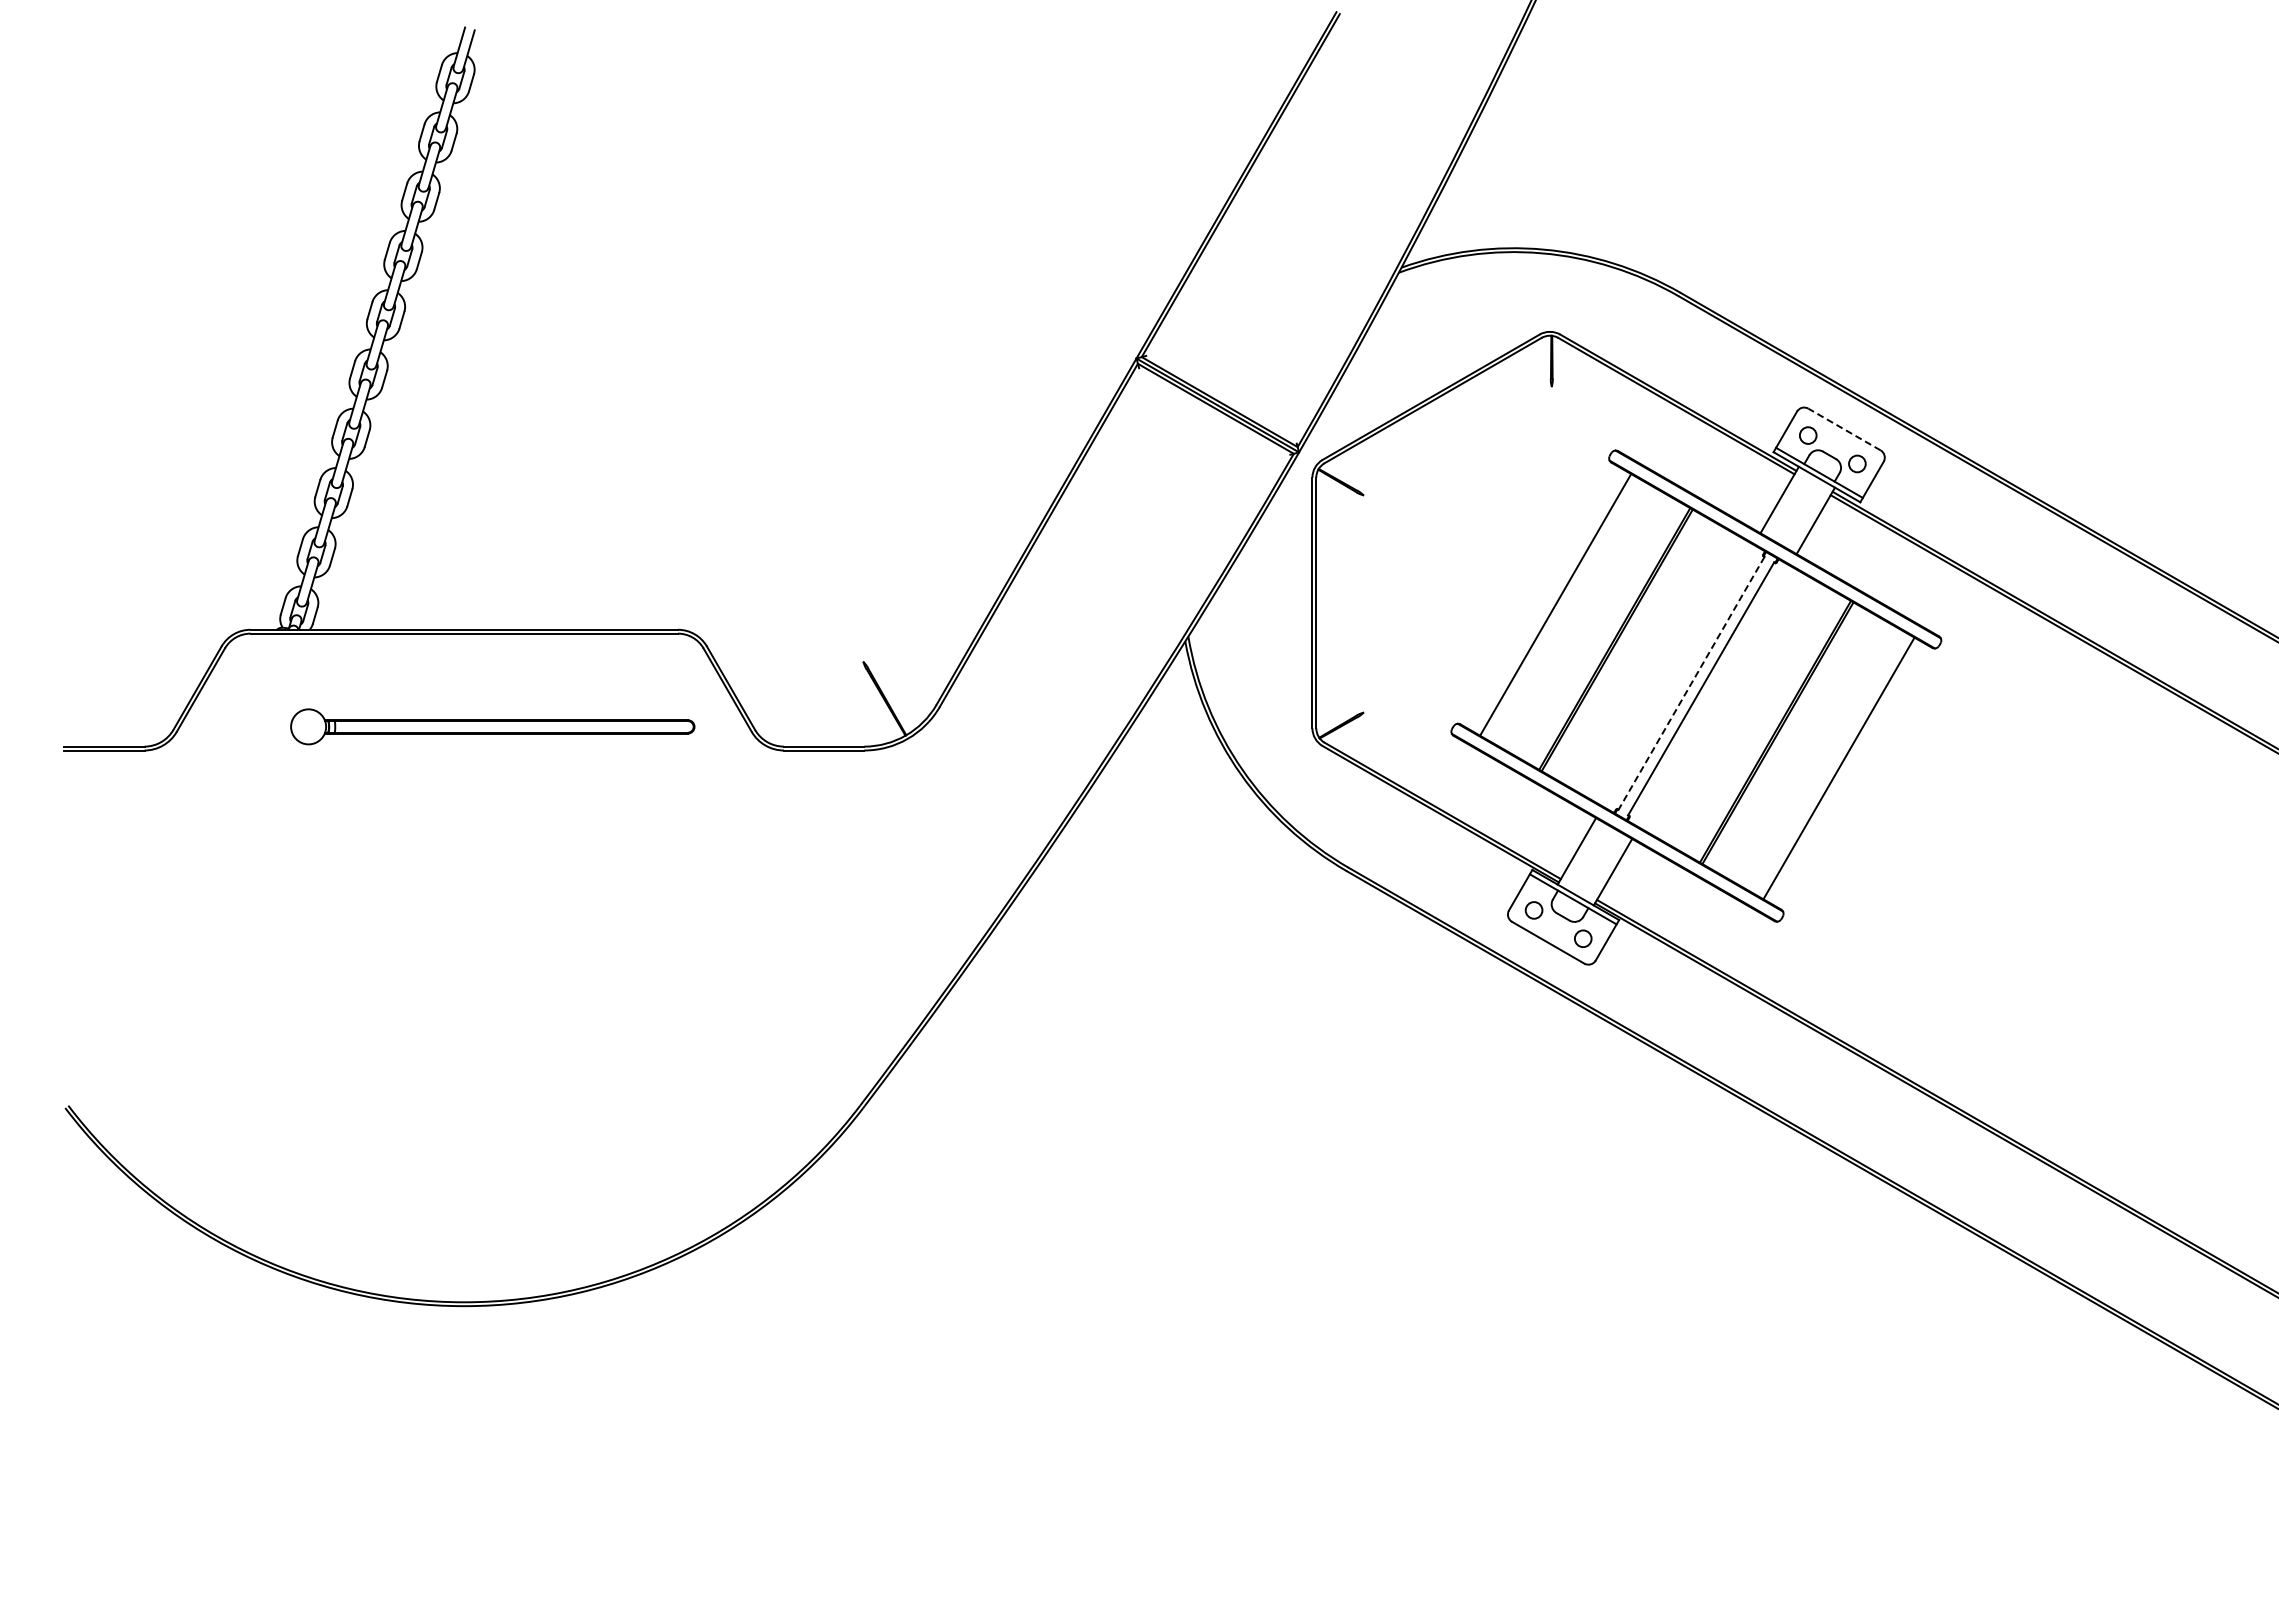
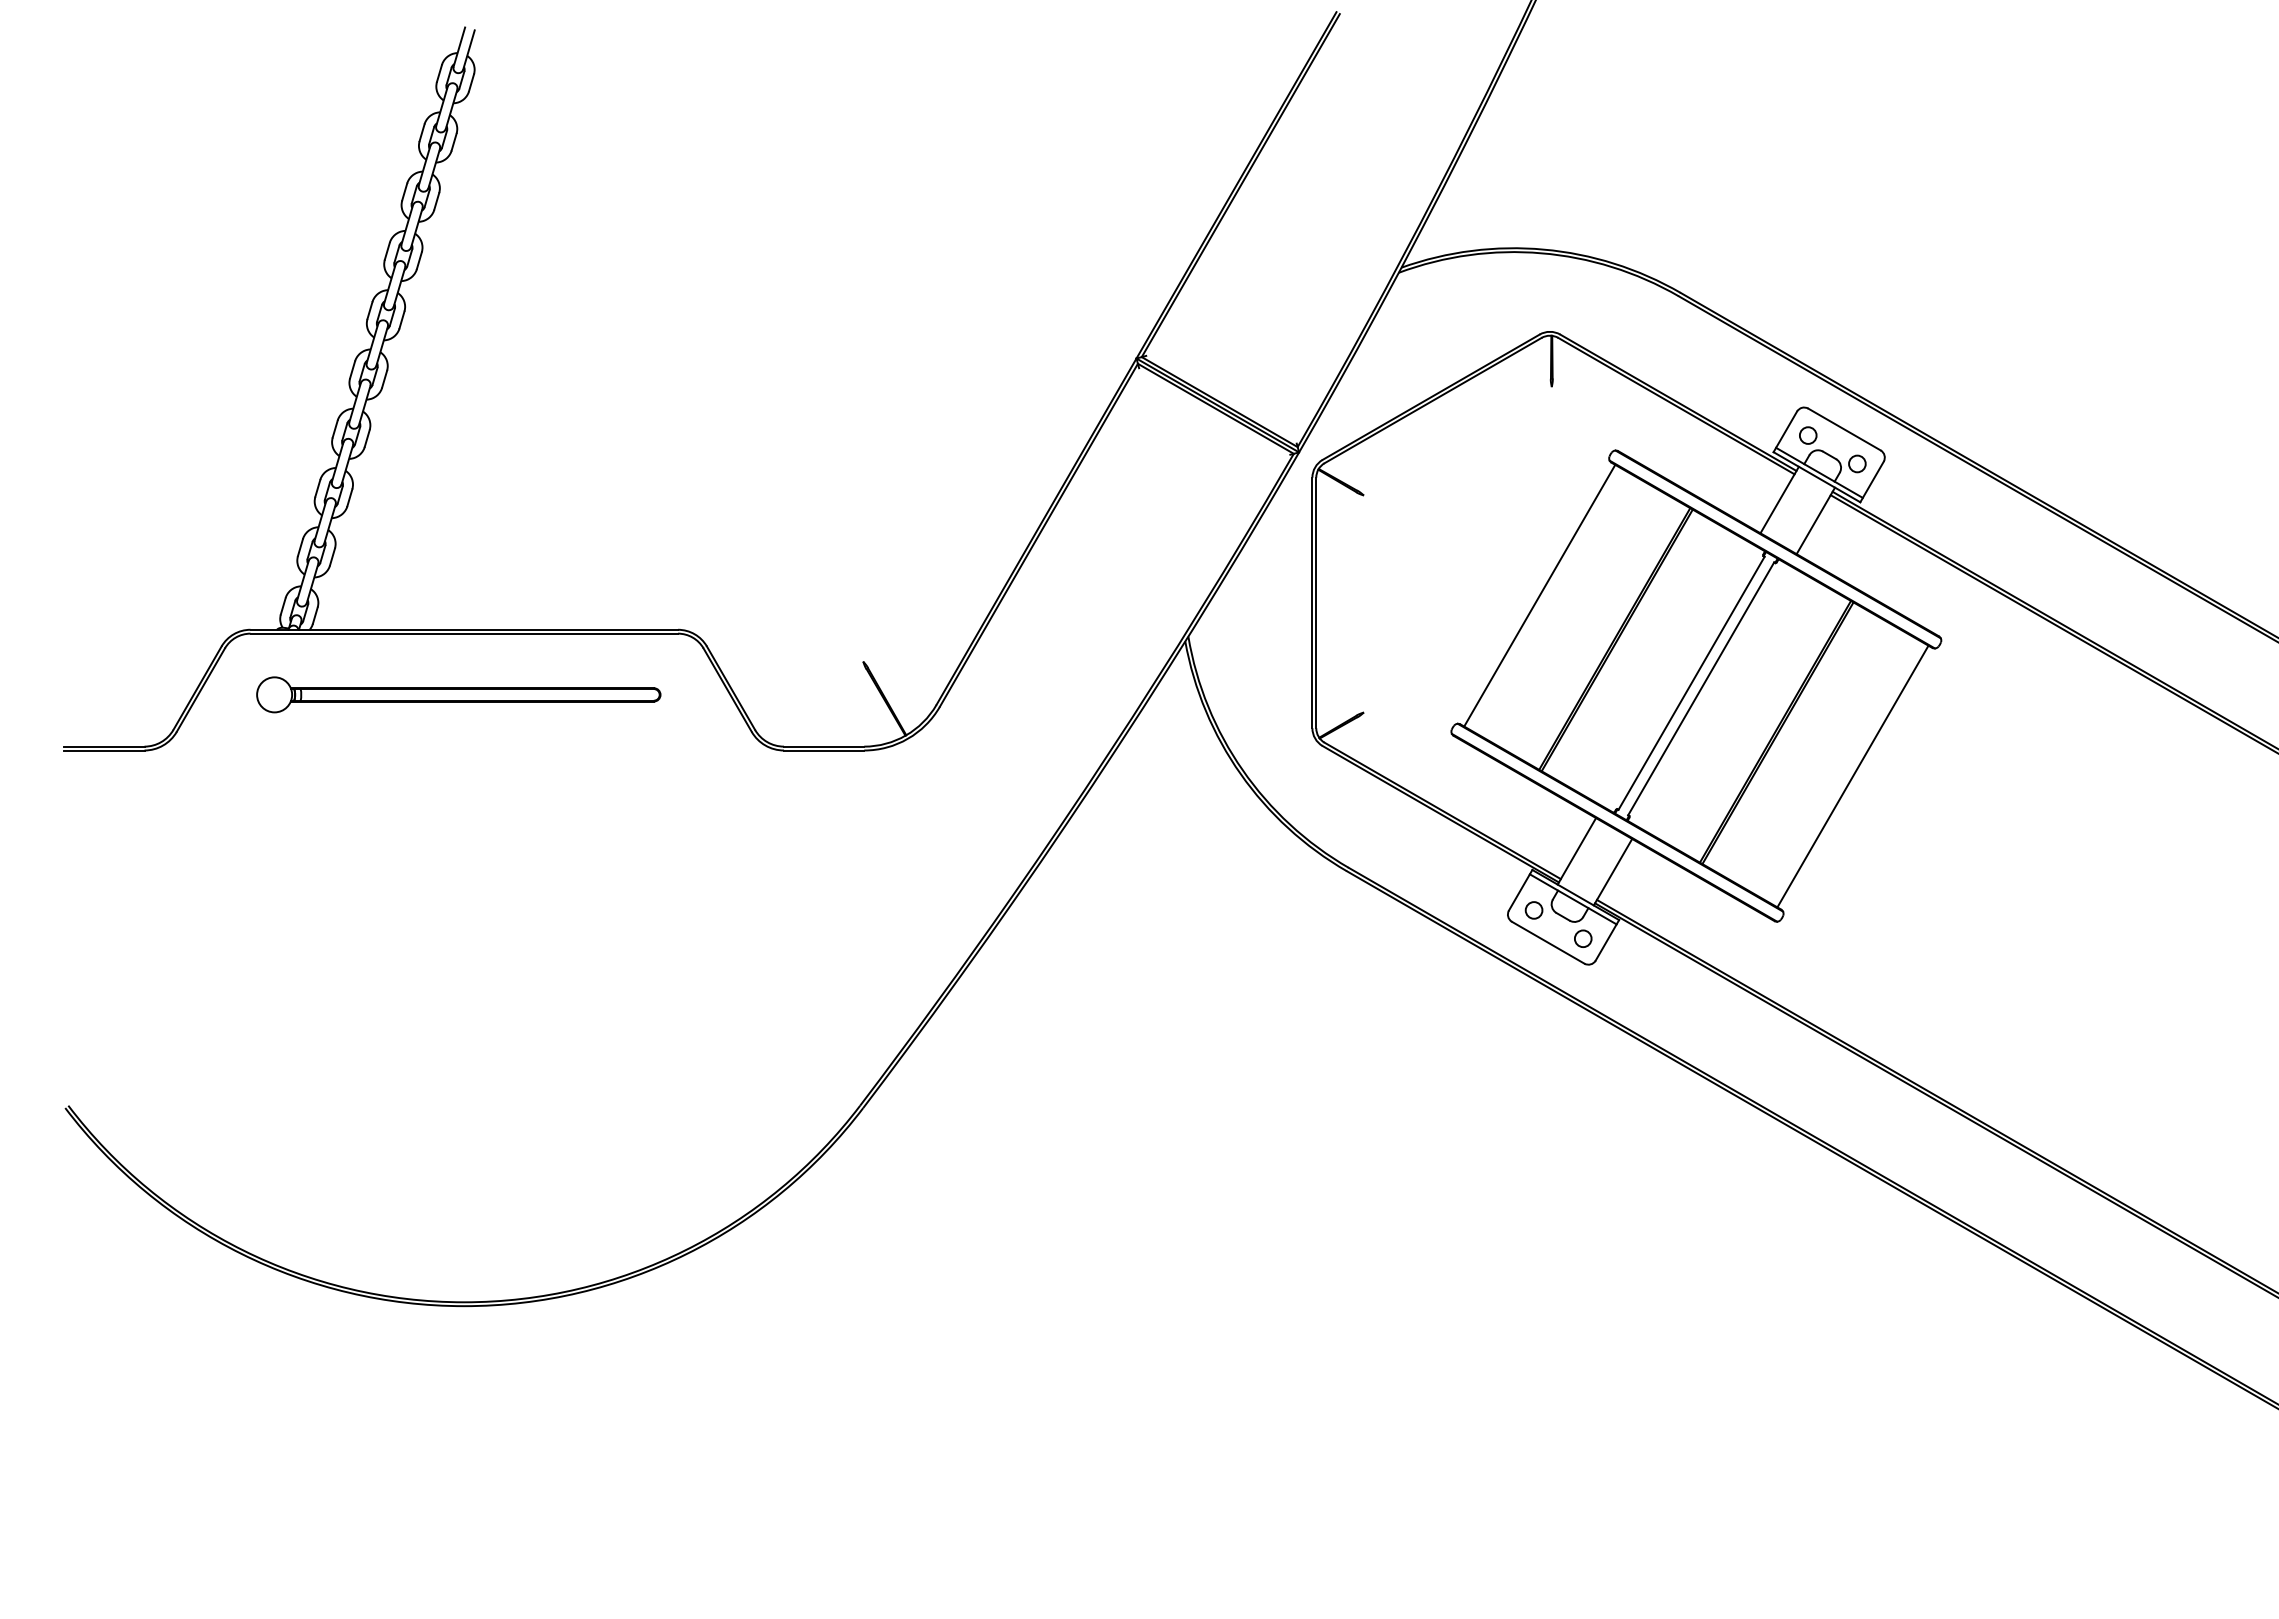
line at (1844, 429): dashed -> solid
line at (1555, 604) position: (1555, 604) -> (1539, 595)
line at (1691, 683): dashed -> solid
part at (492, 726) position: (492, 726) -> (458, 694)
line at (1838, 768) position: (1838, 768) -> (1852, 776)
